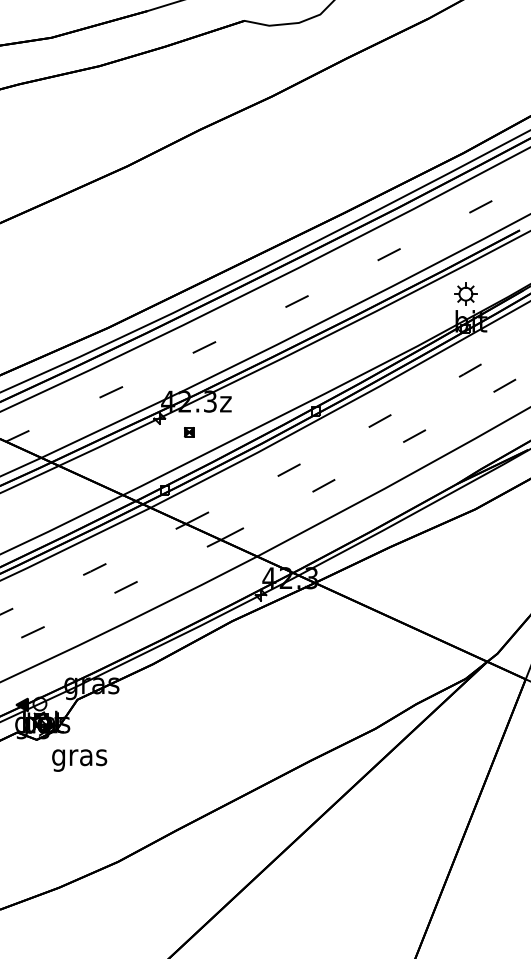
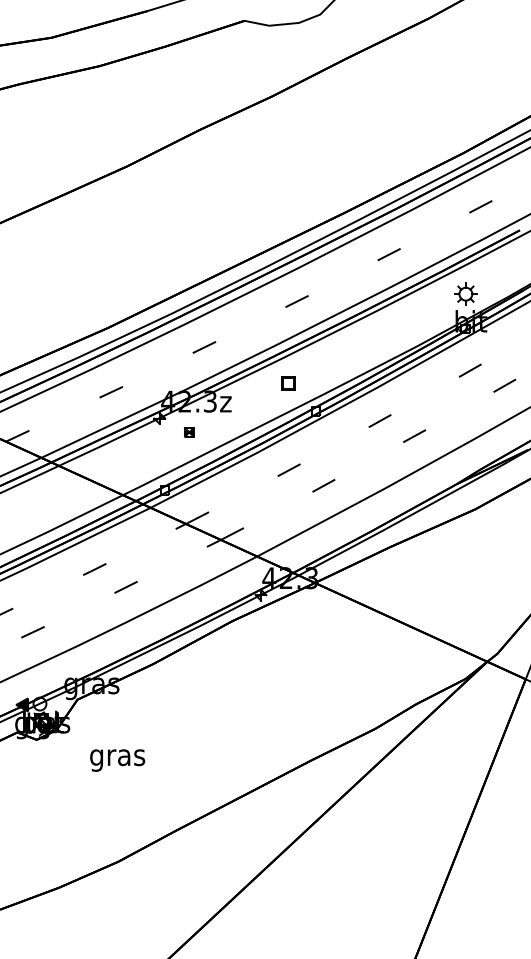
part at (288, 383): none -> present
text at (79, 760) position: (79, 760) -> (117, 760)
